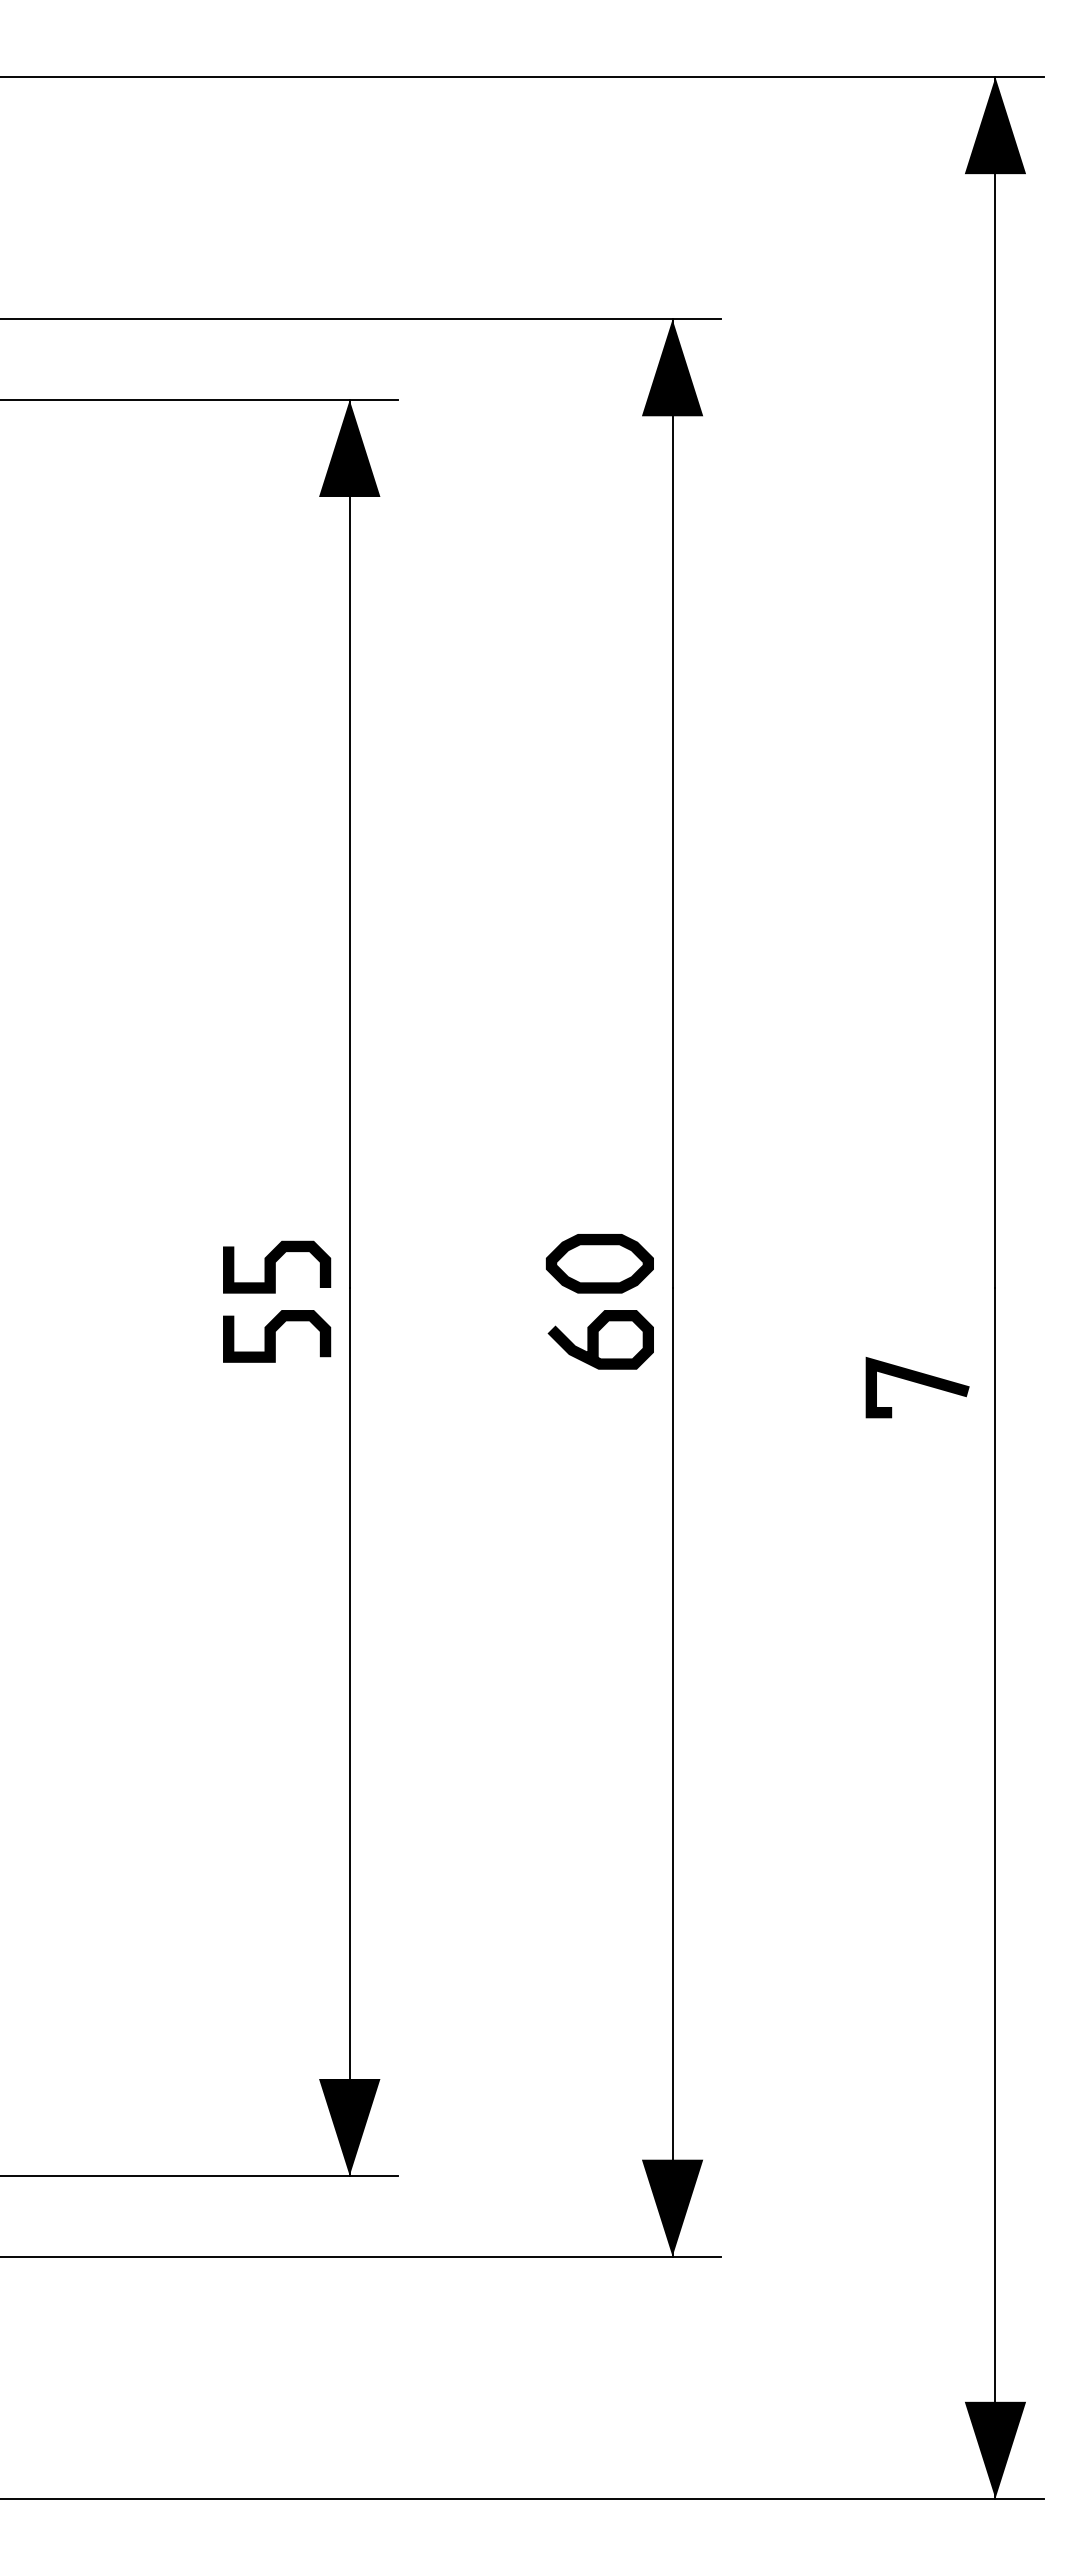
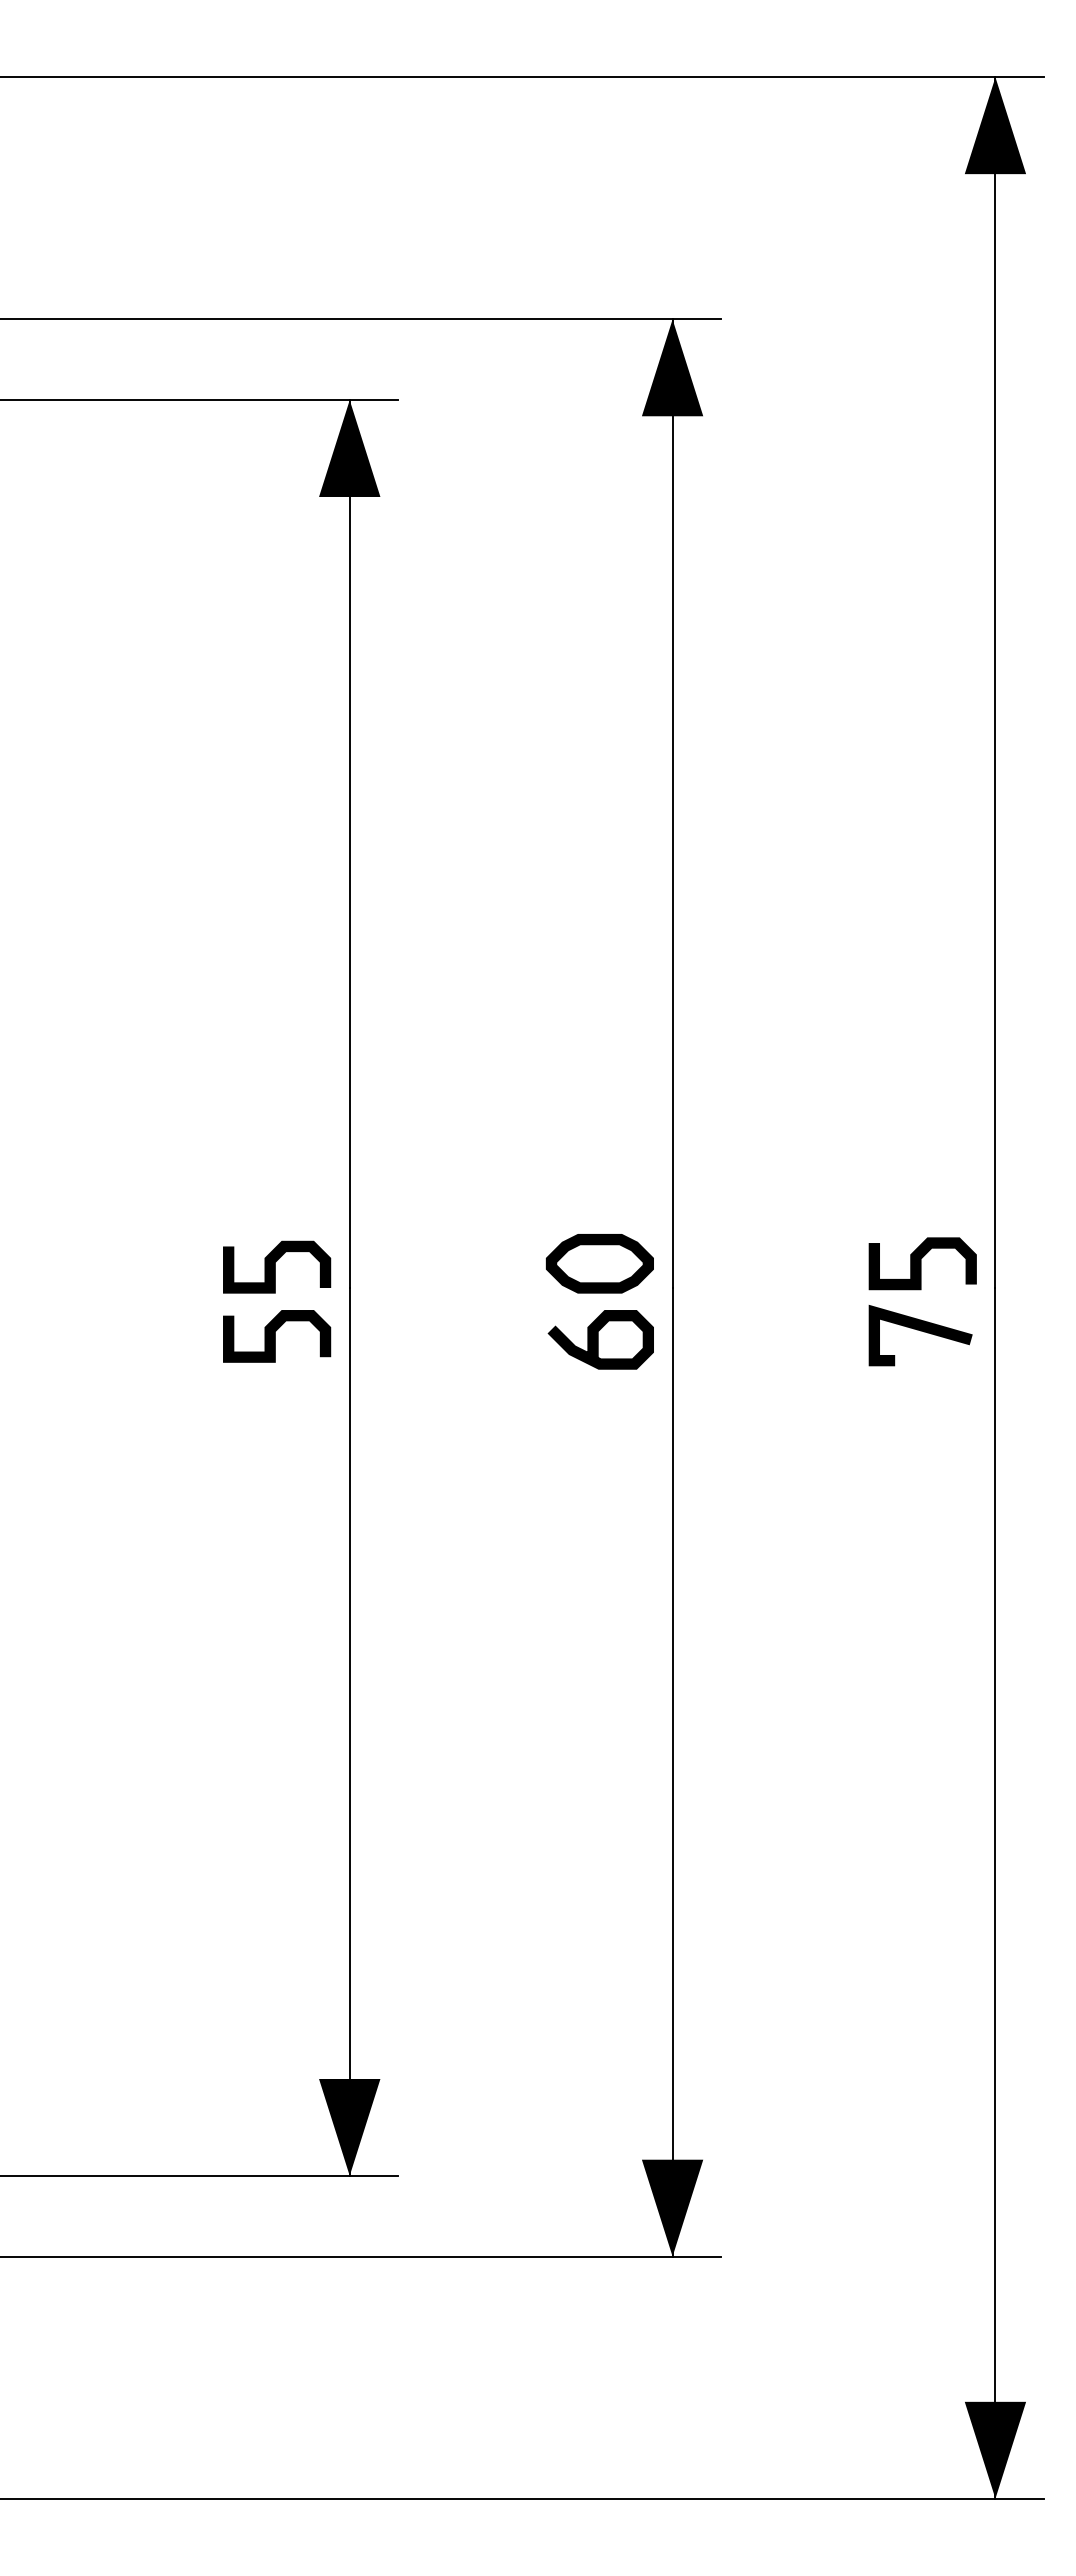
curve at (921, 1263): none -> present
line at (917, 1383) position: (917, 1383) -> (920, 1331)
